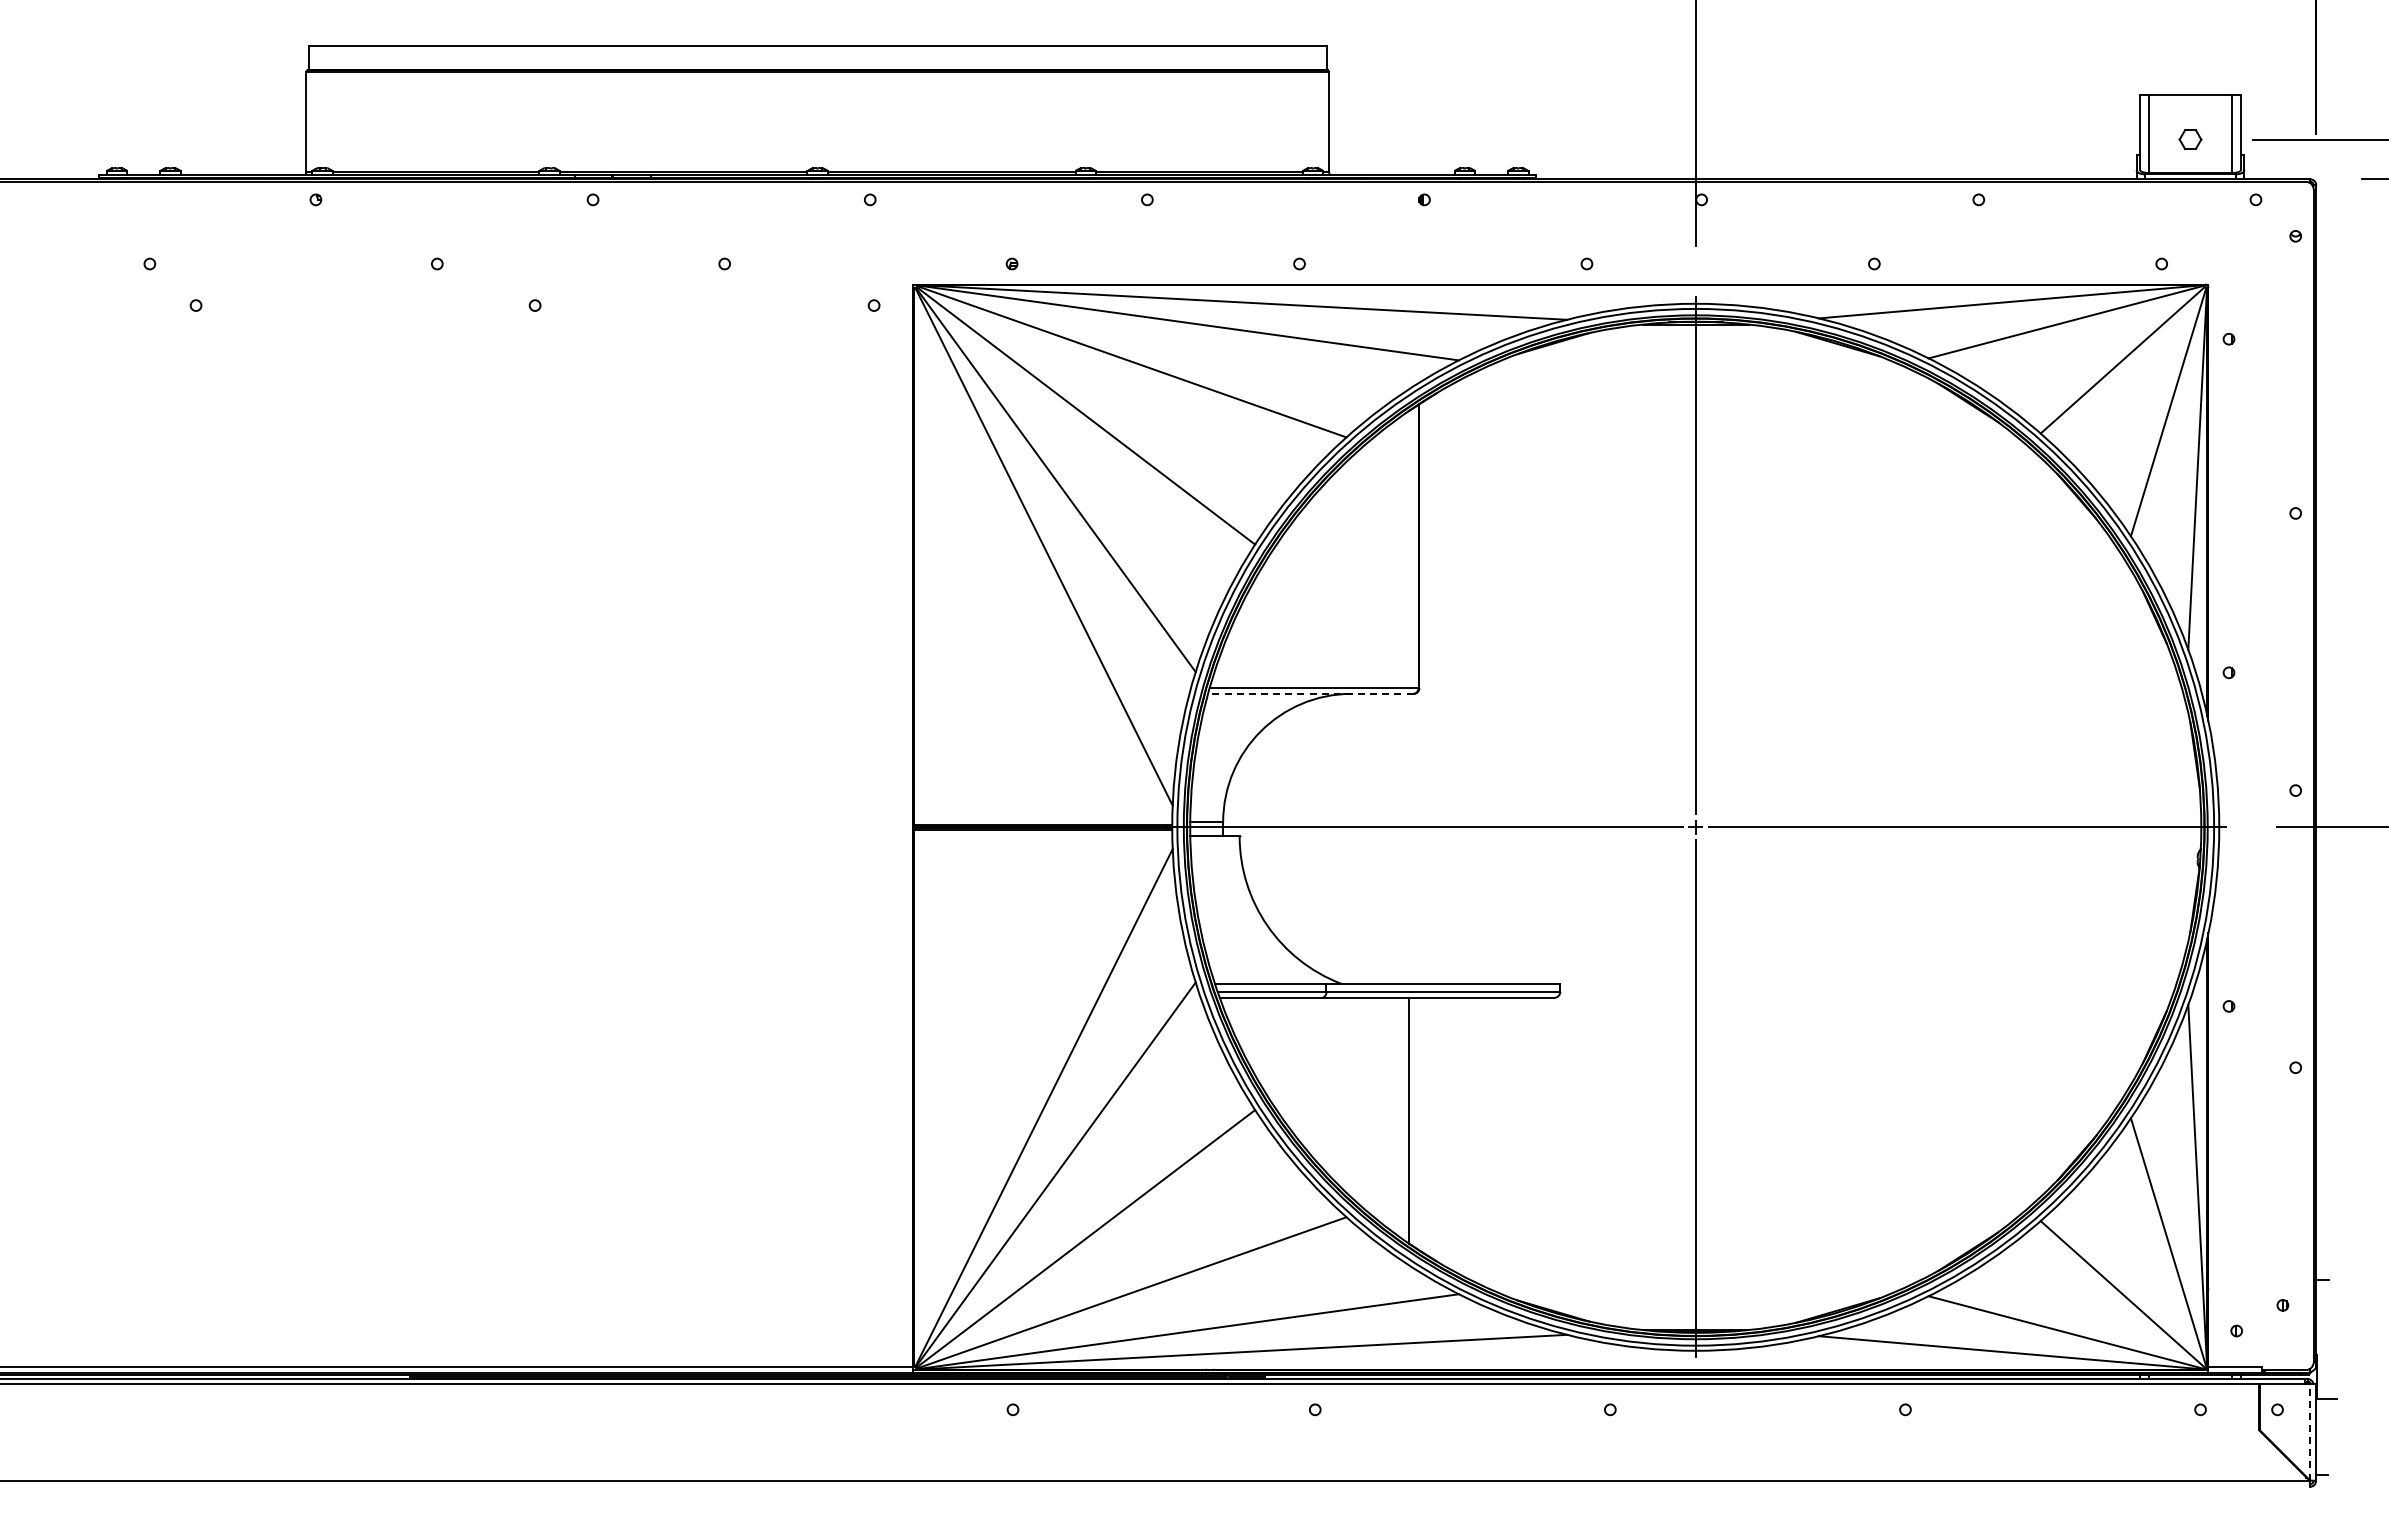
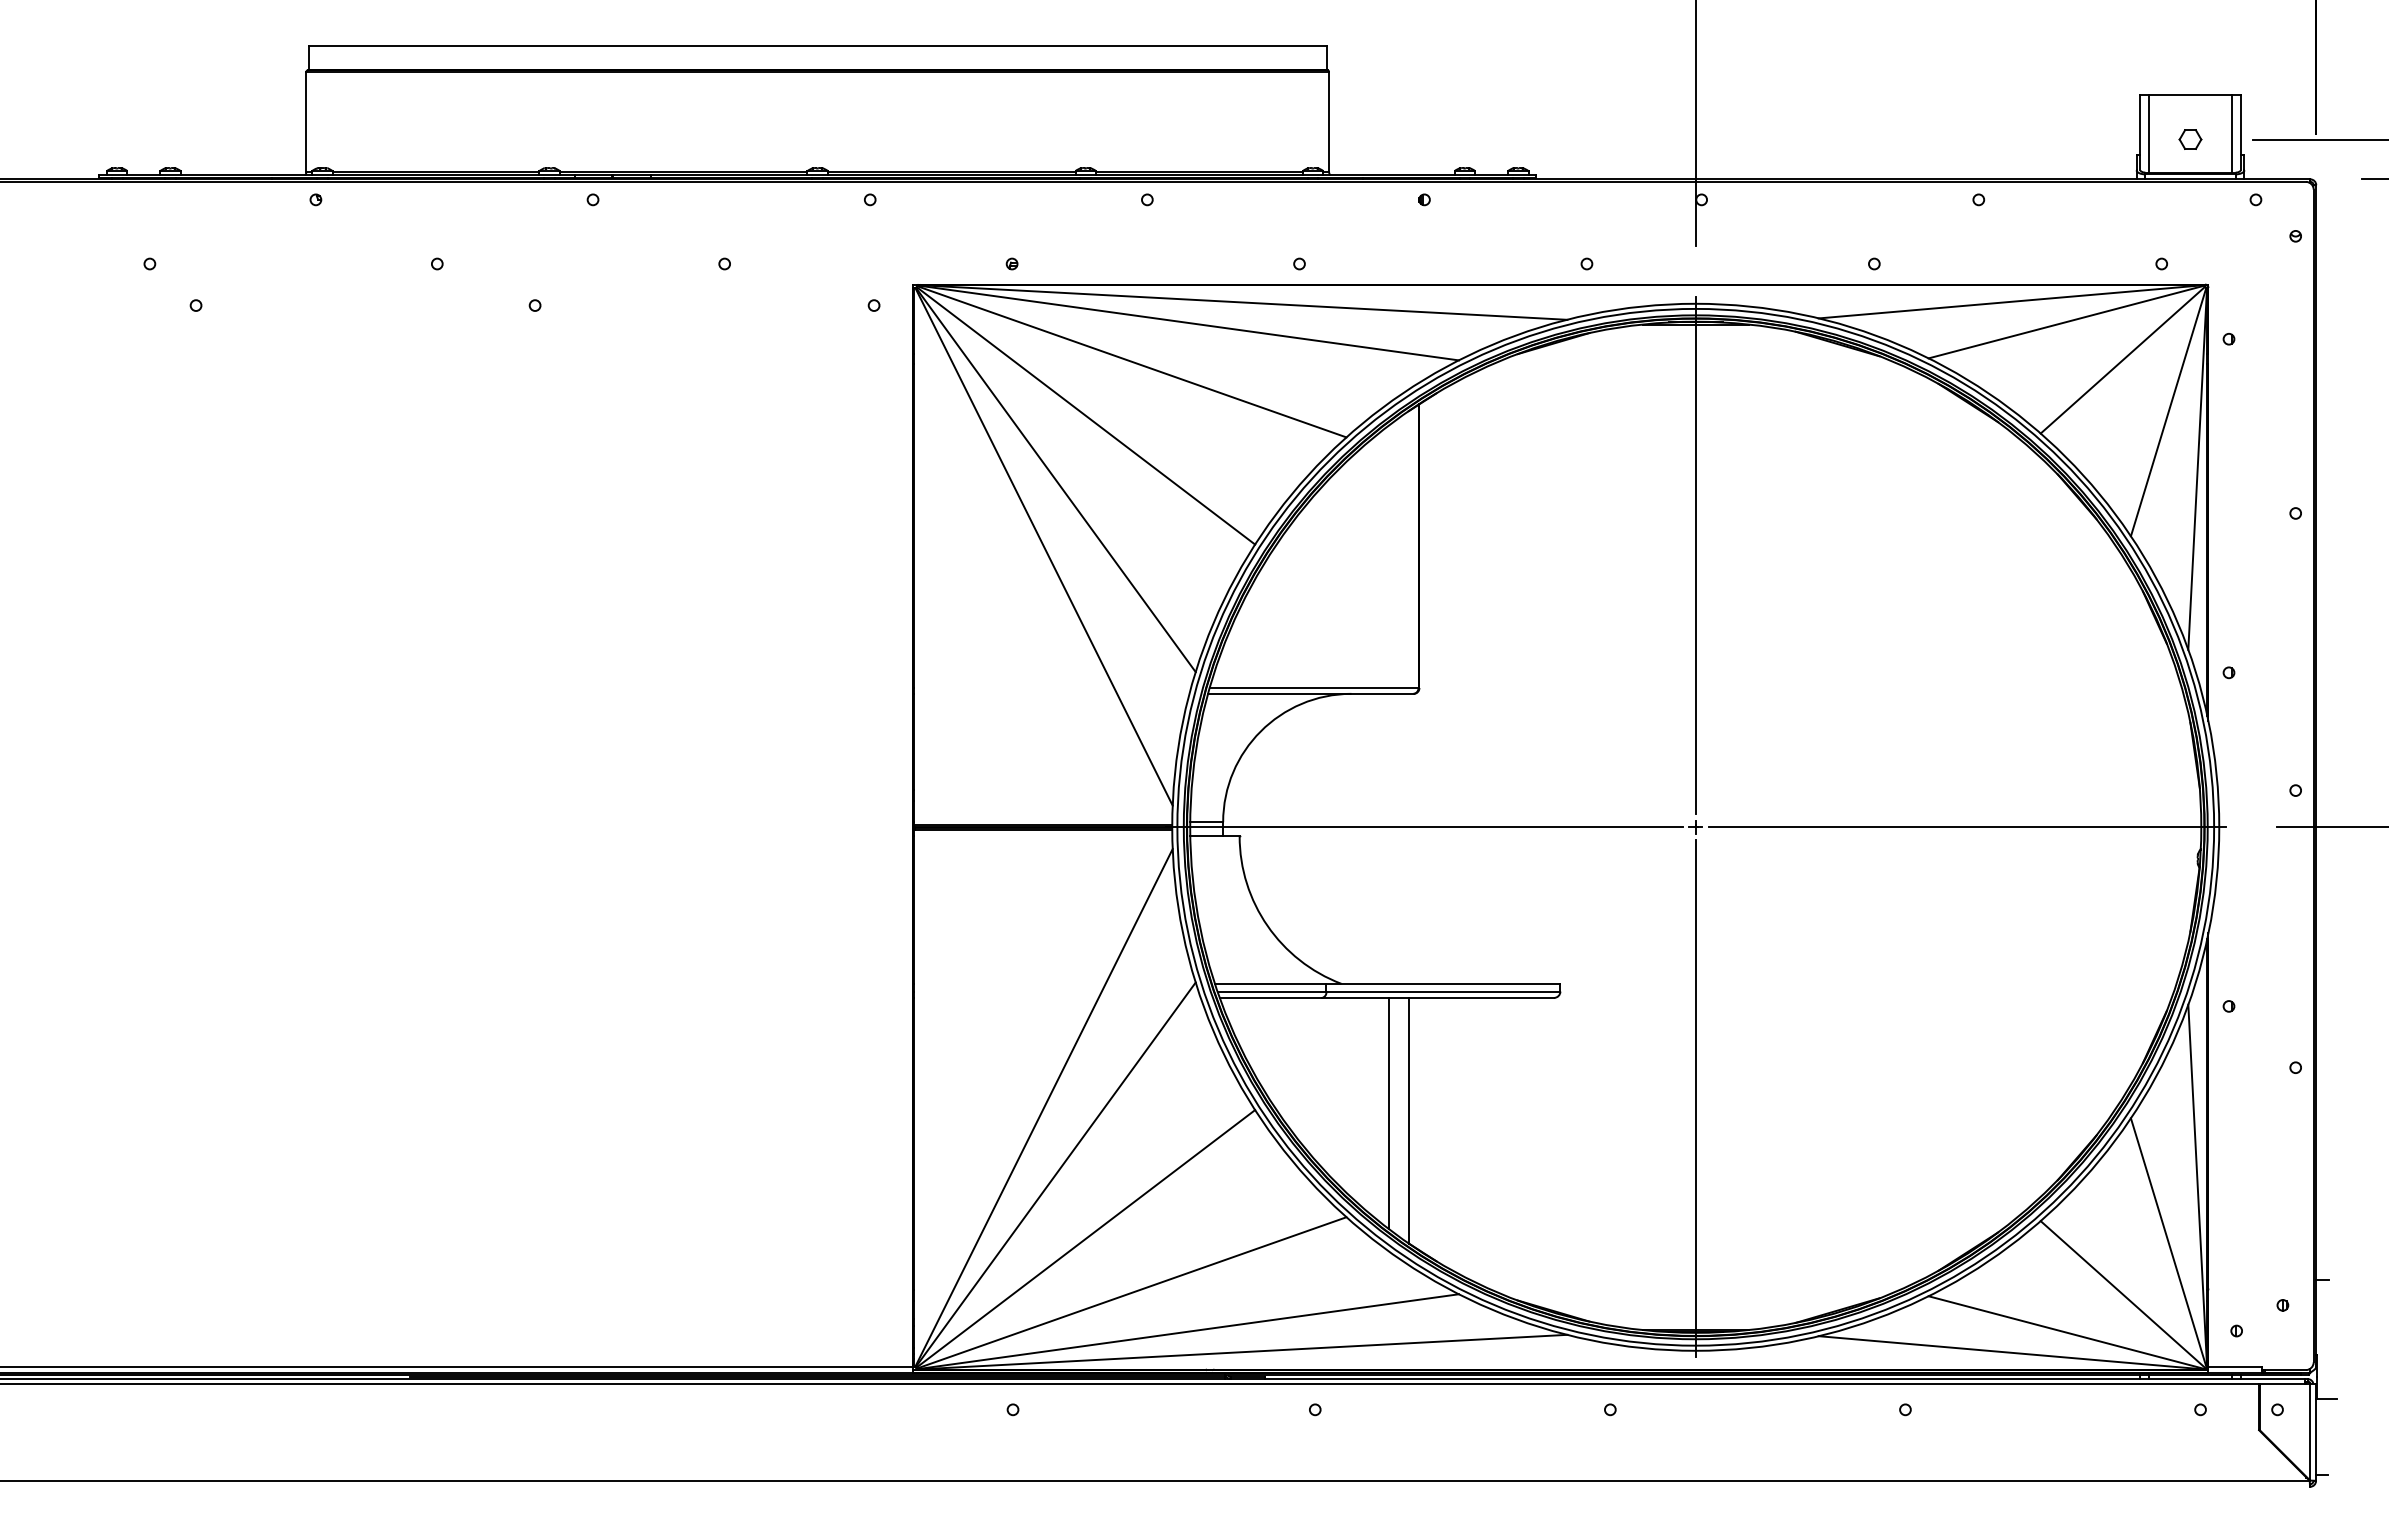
line at (1310, 693): dashed -> solid
line at (1389, 1113): none -> present
line at (2310, 1431): dashed -> solid
